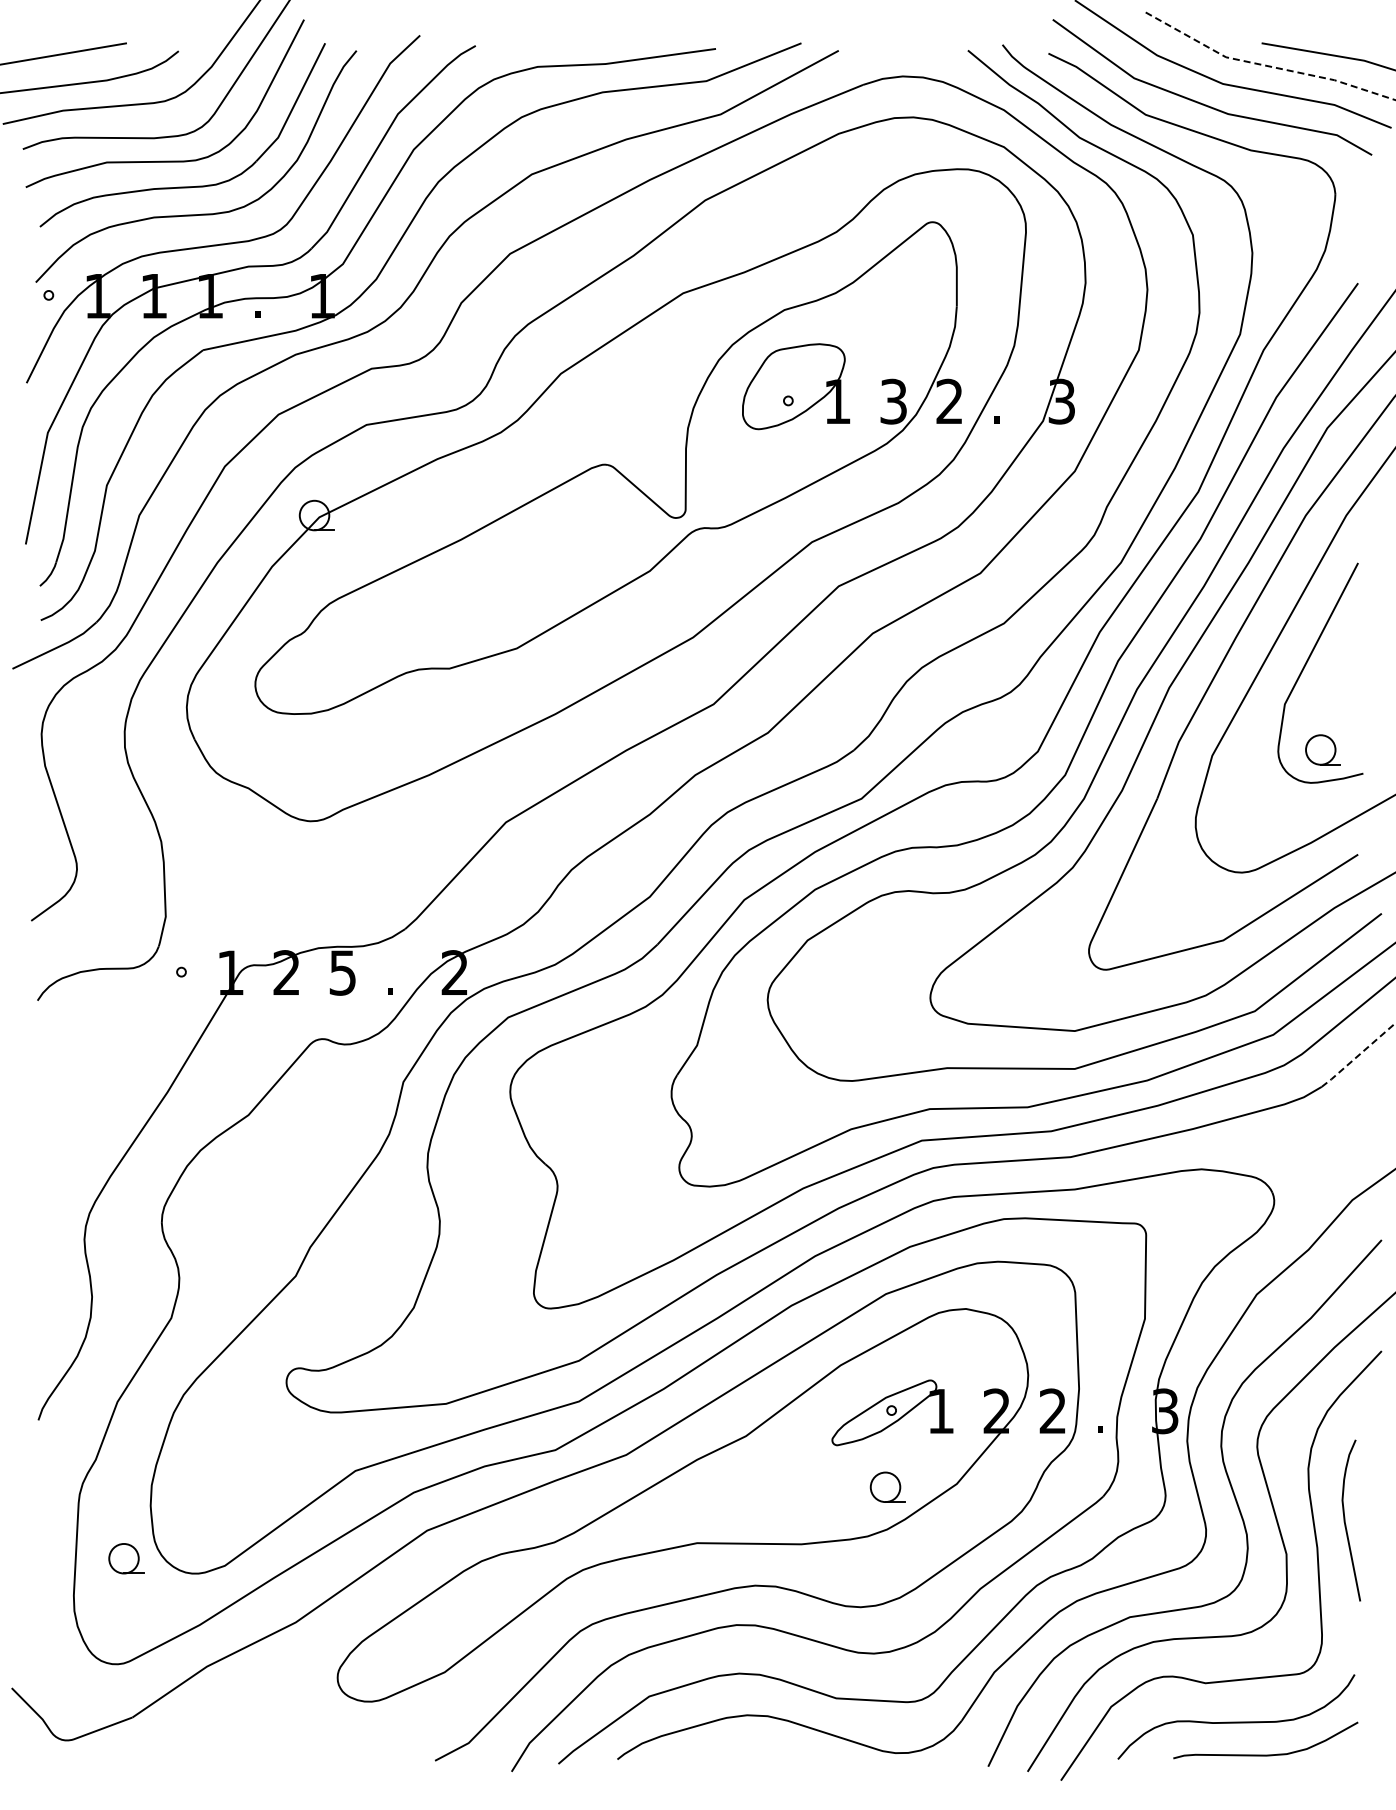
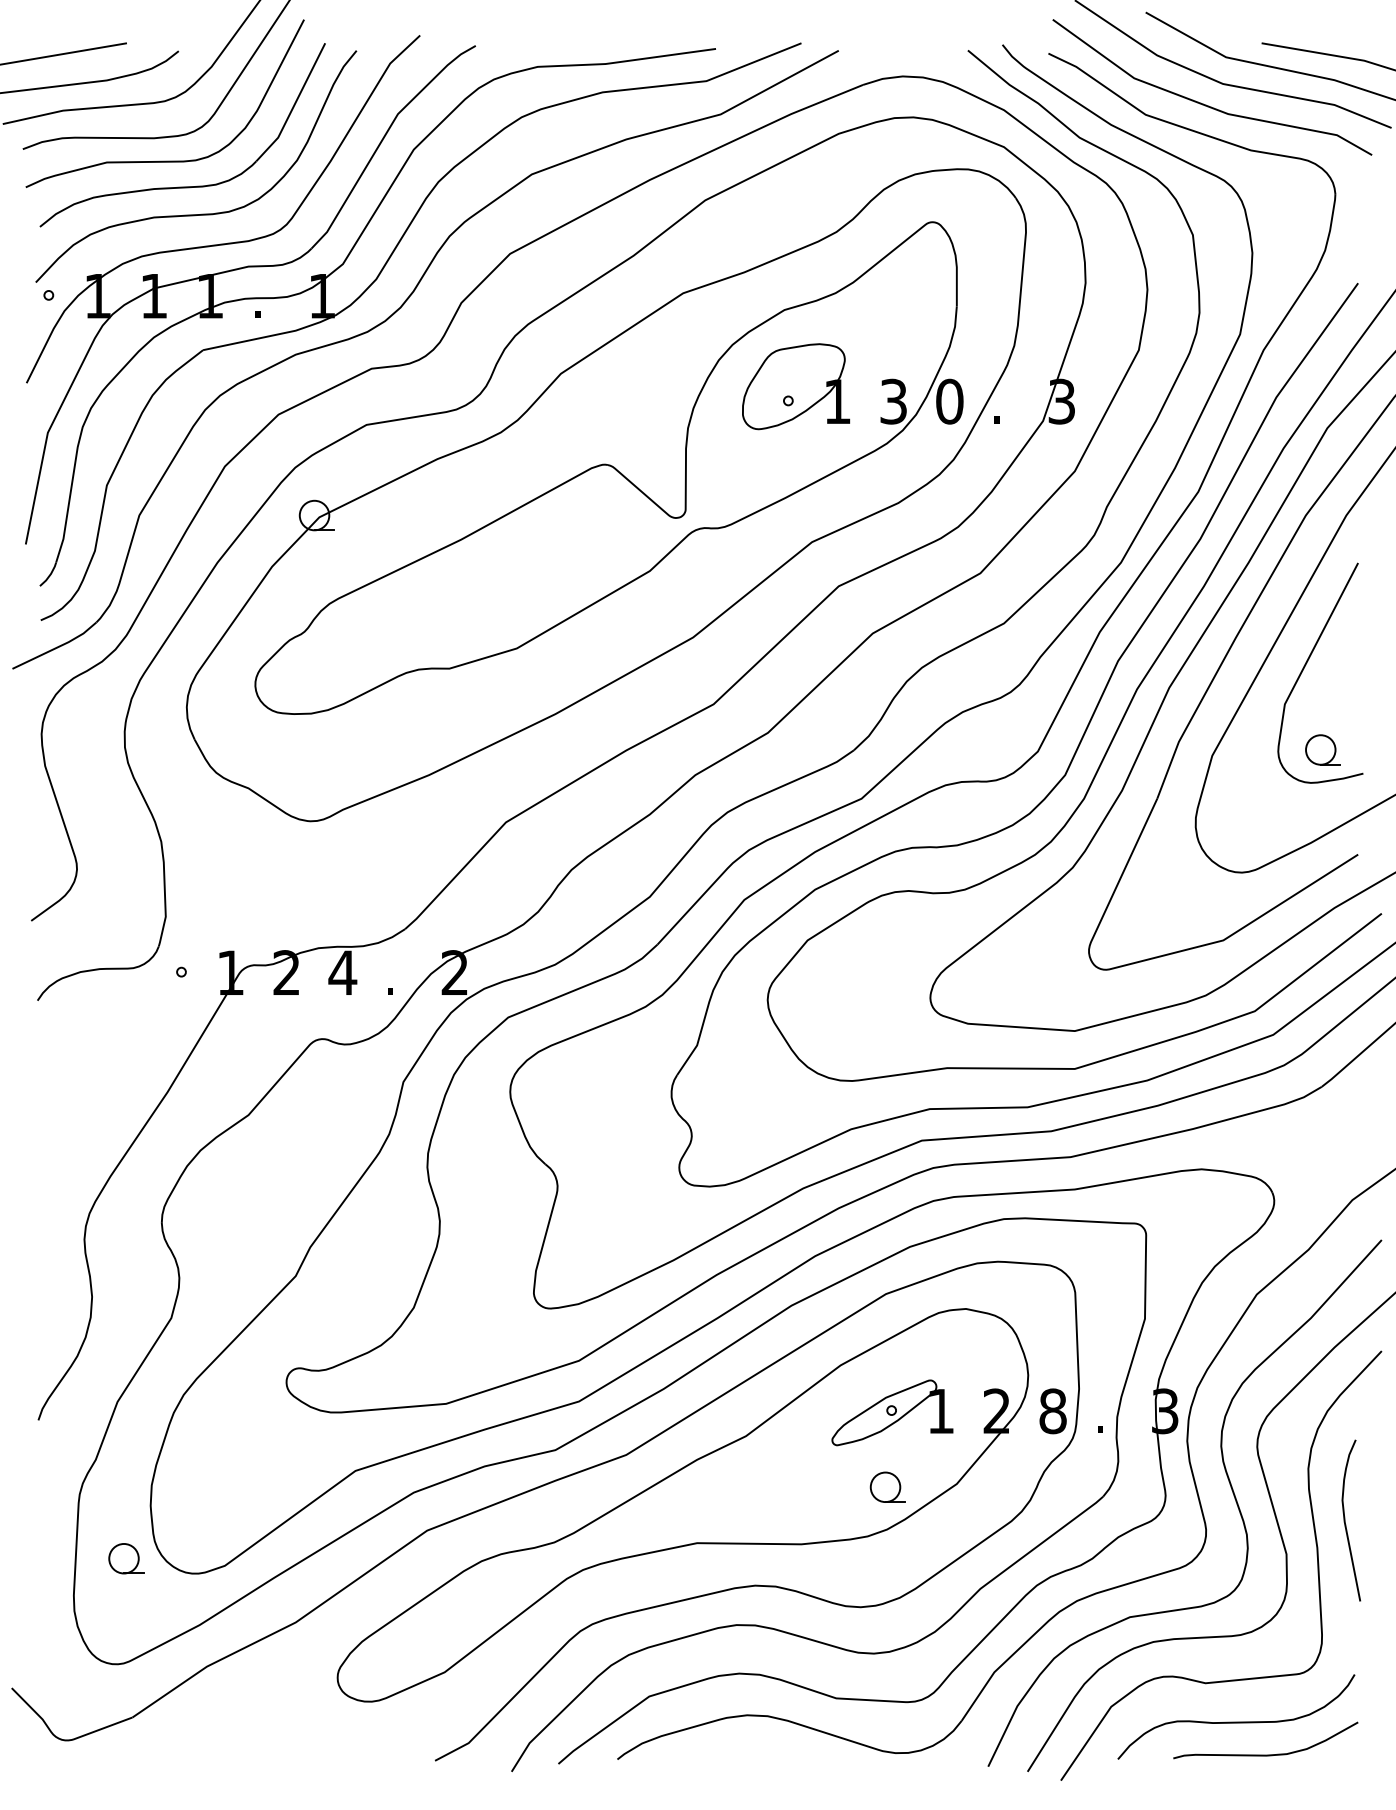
line at (1266, 65): dashed -> solid
text at (949, 401): 2 -> 0
text at (342, 972): 5 -> 4
line at (1358, 1055): dashed -> solid
text at (1052, 1411): 2 -> 8
